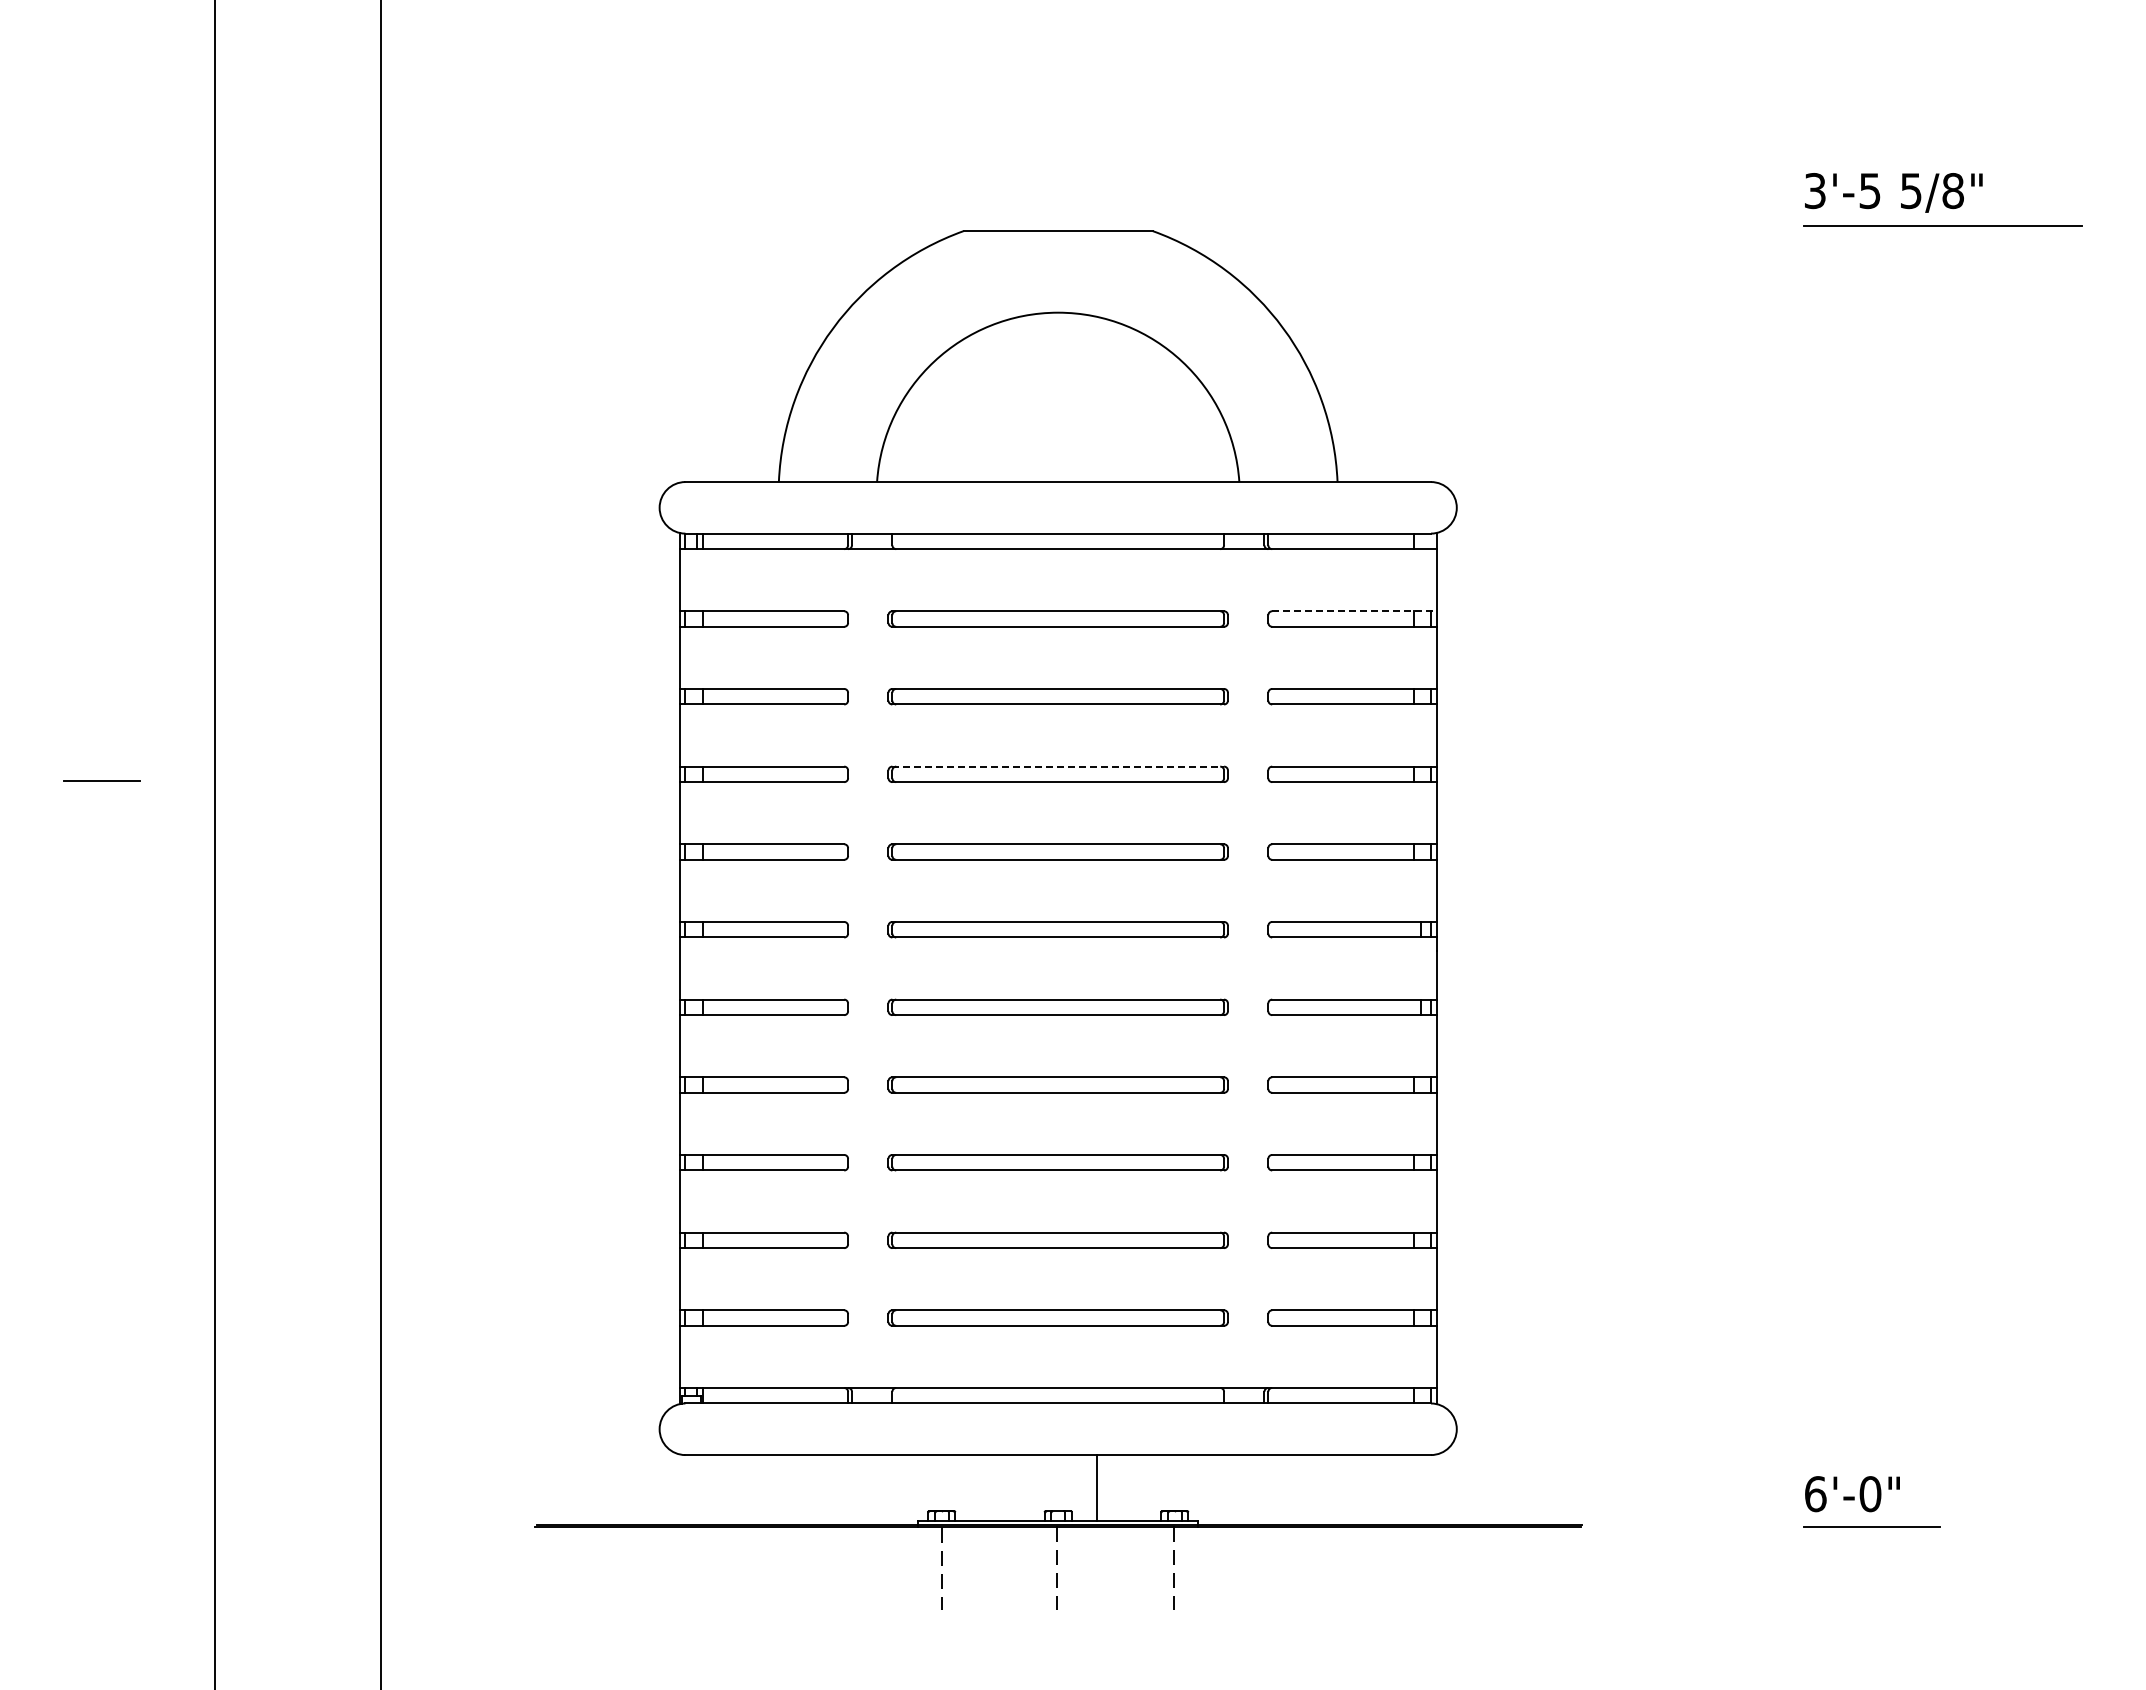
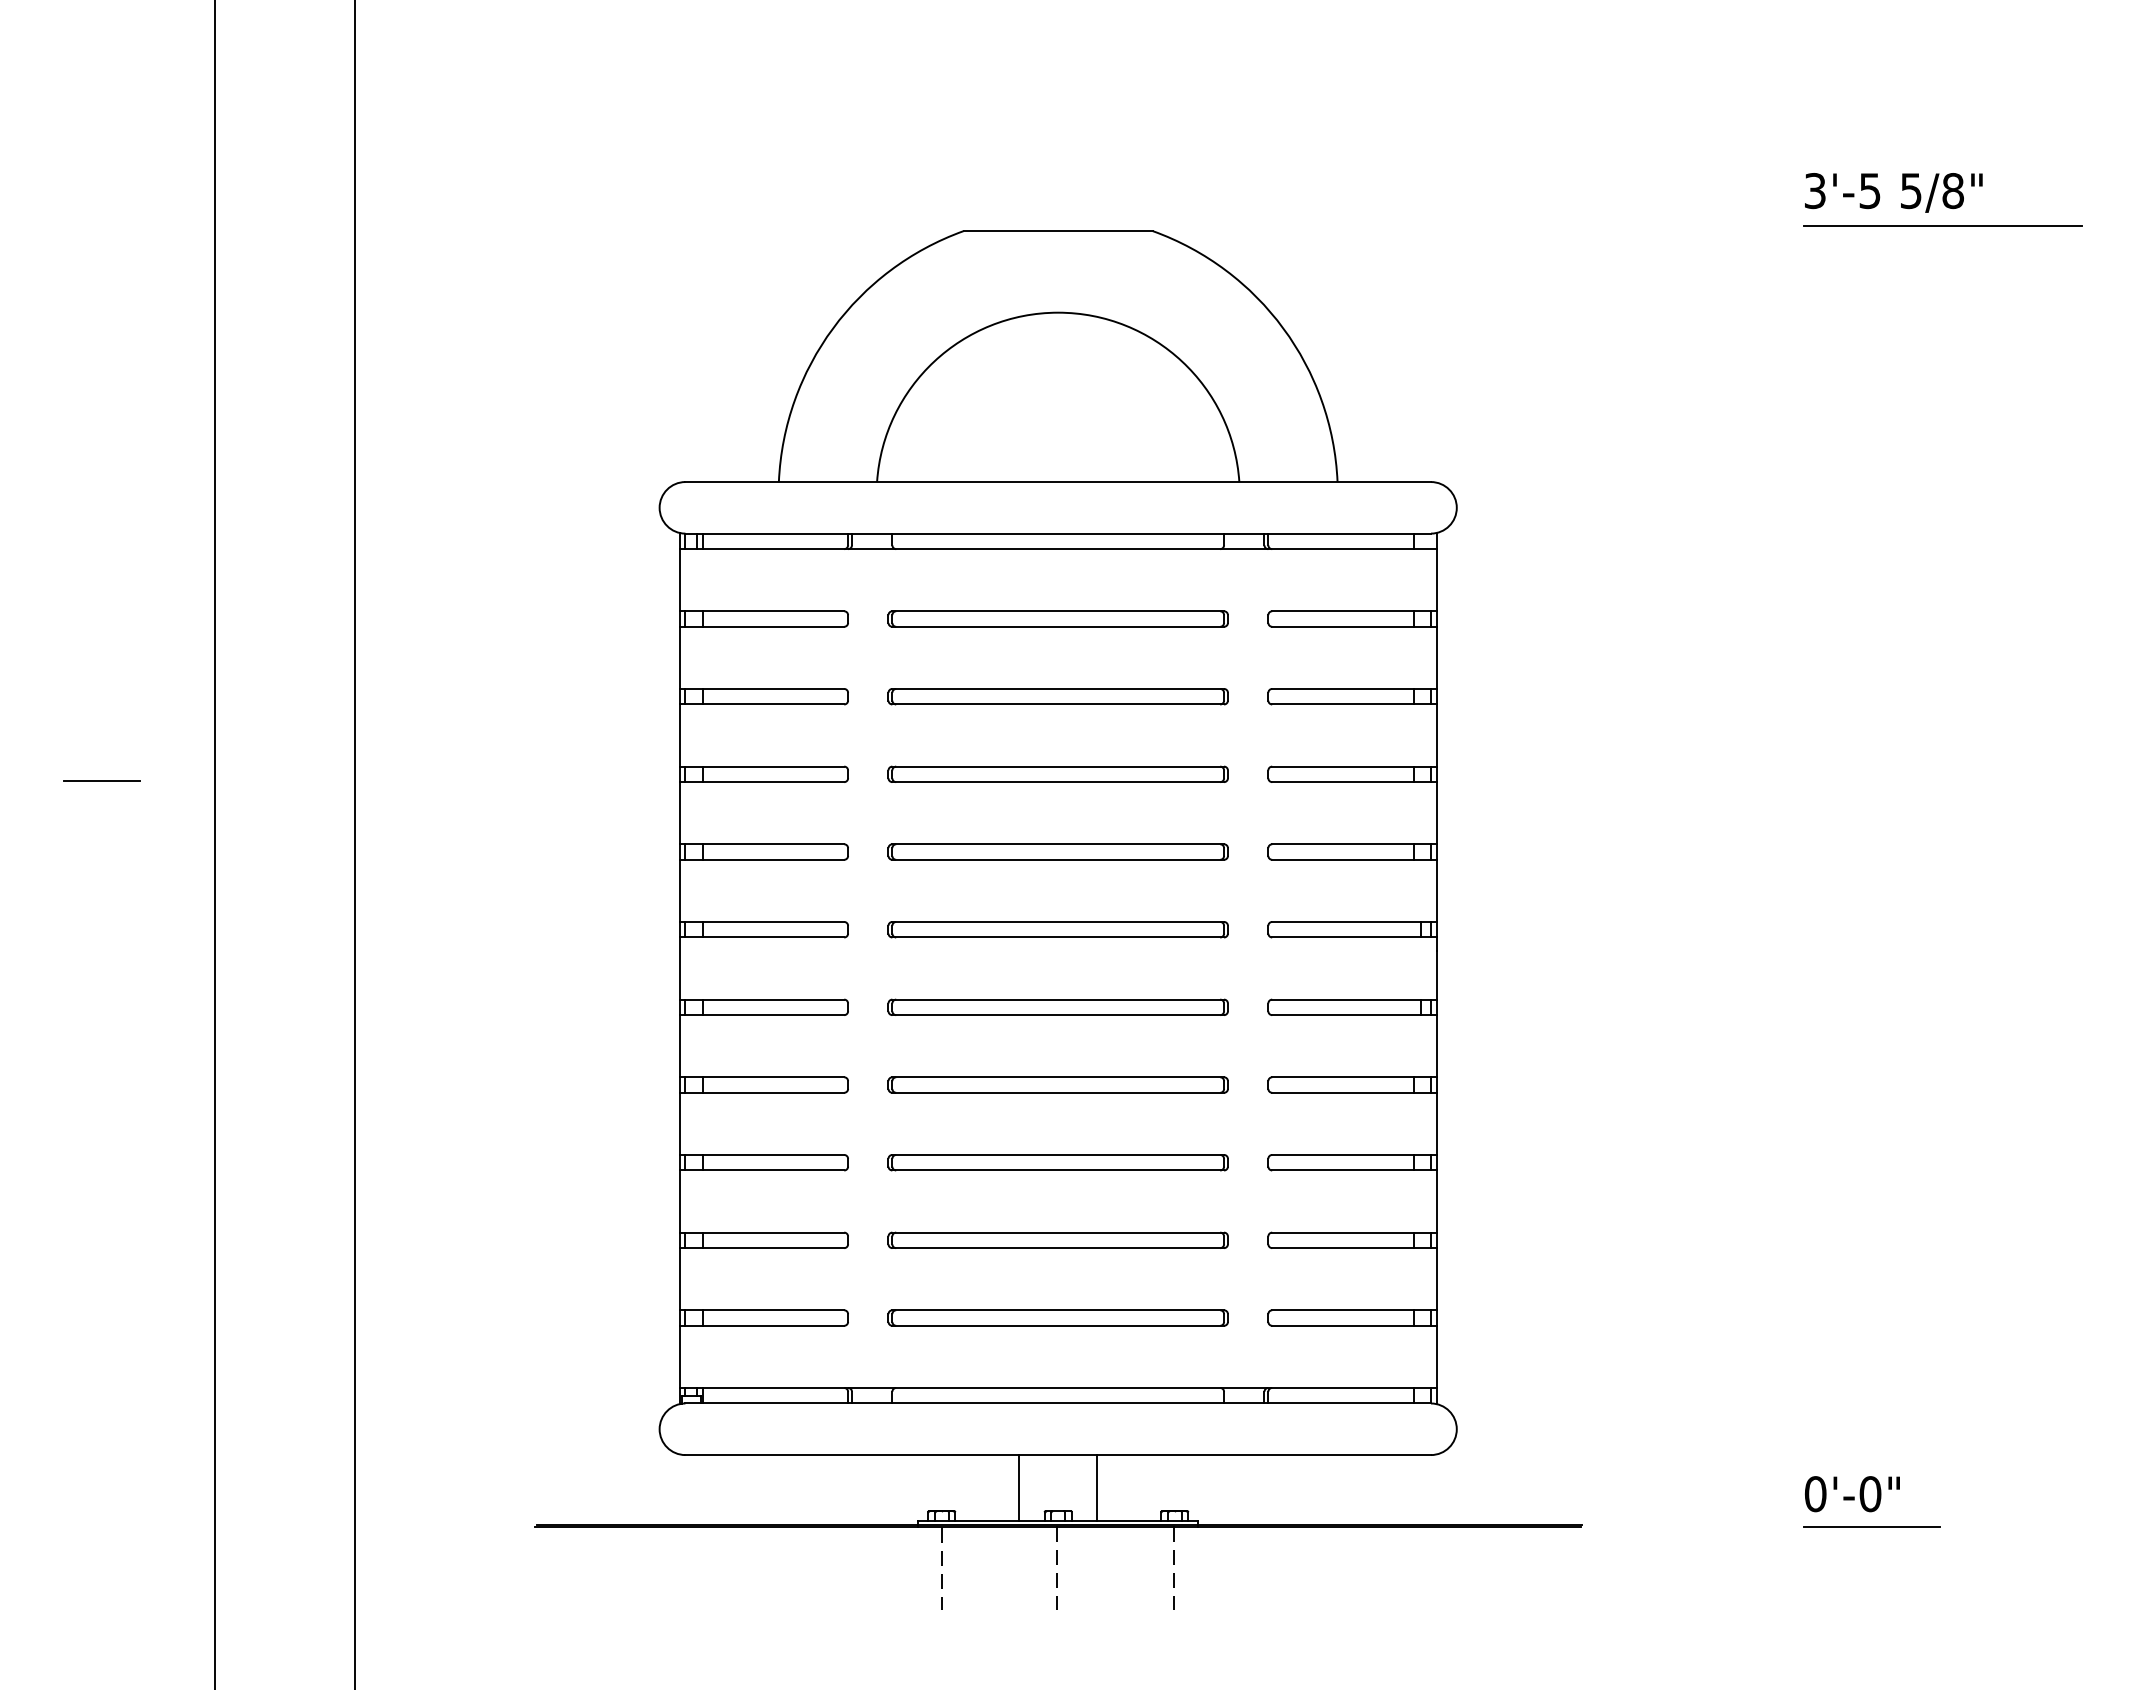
line at (1355, 611): dashed -> solid
line at (1058, 766): dashed -> solid
line at (381, 844) position: (381, 844) -> (355, 844)
line at (1018, 1487): none -> present
text at (1815, 1493): 6'-0" -> 0'-0"
